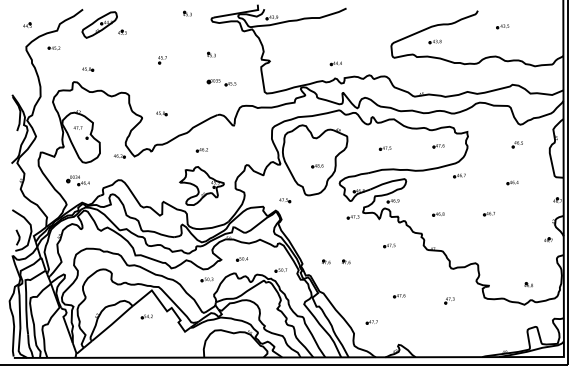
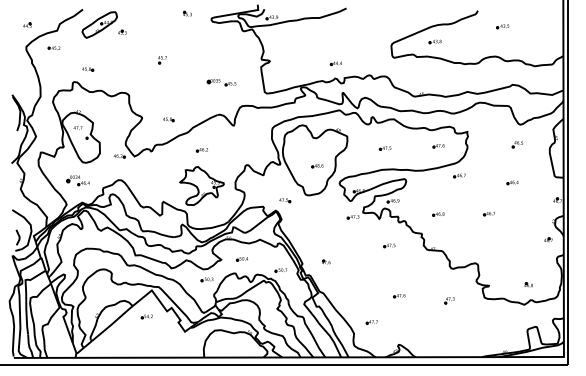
part at (211, 54): present -> none
part at (161, 113) position: (161, 113) -> (168, 119)
part at (346, 261): present -> none
